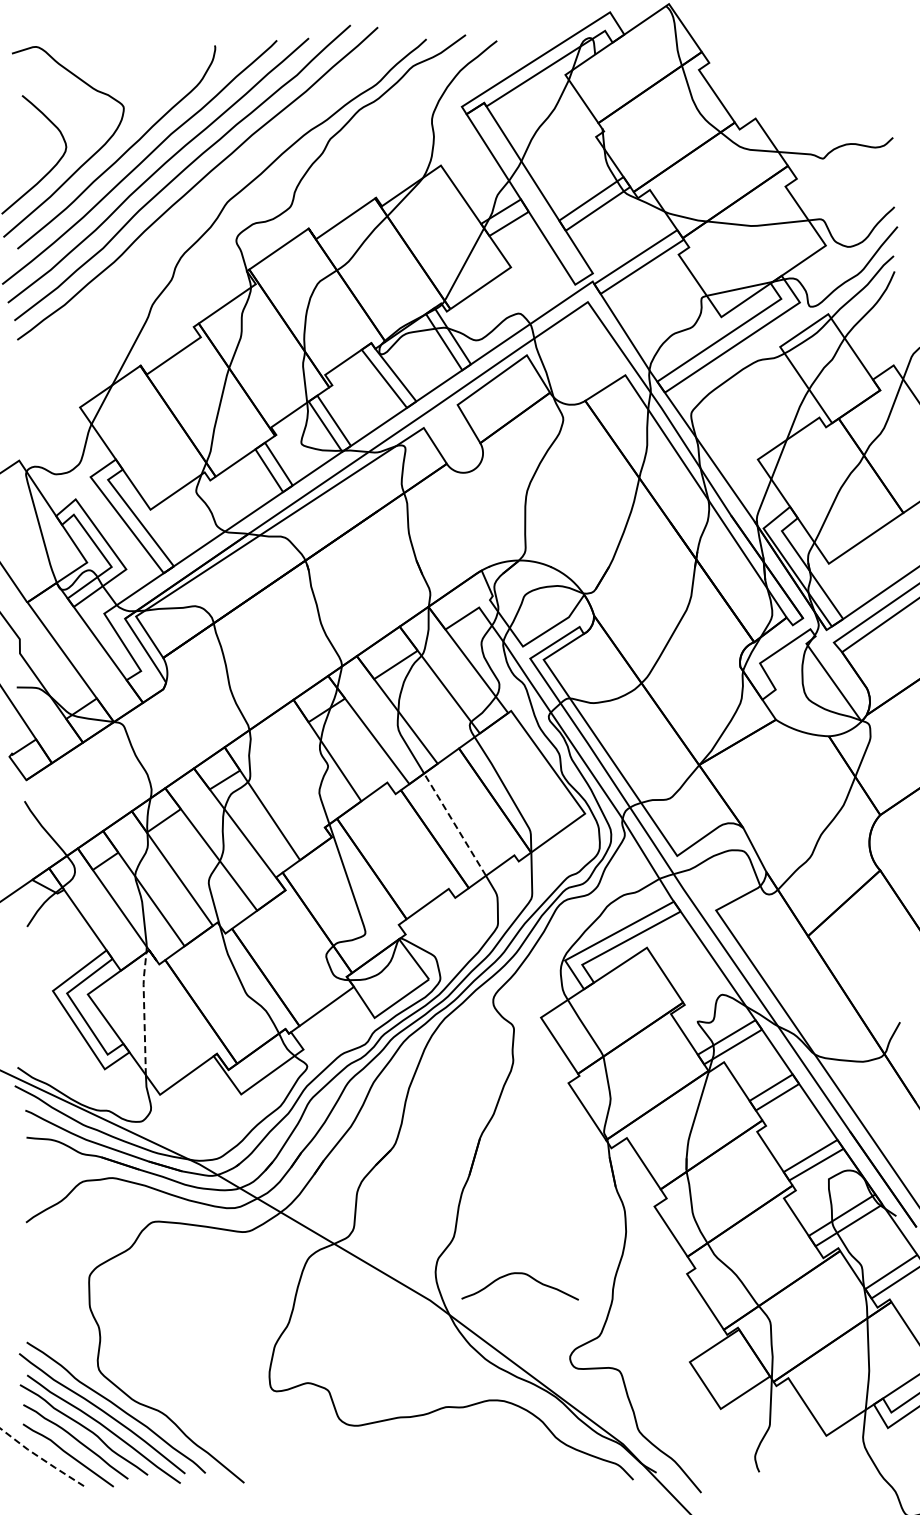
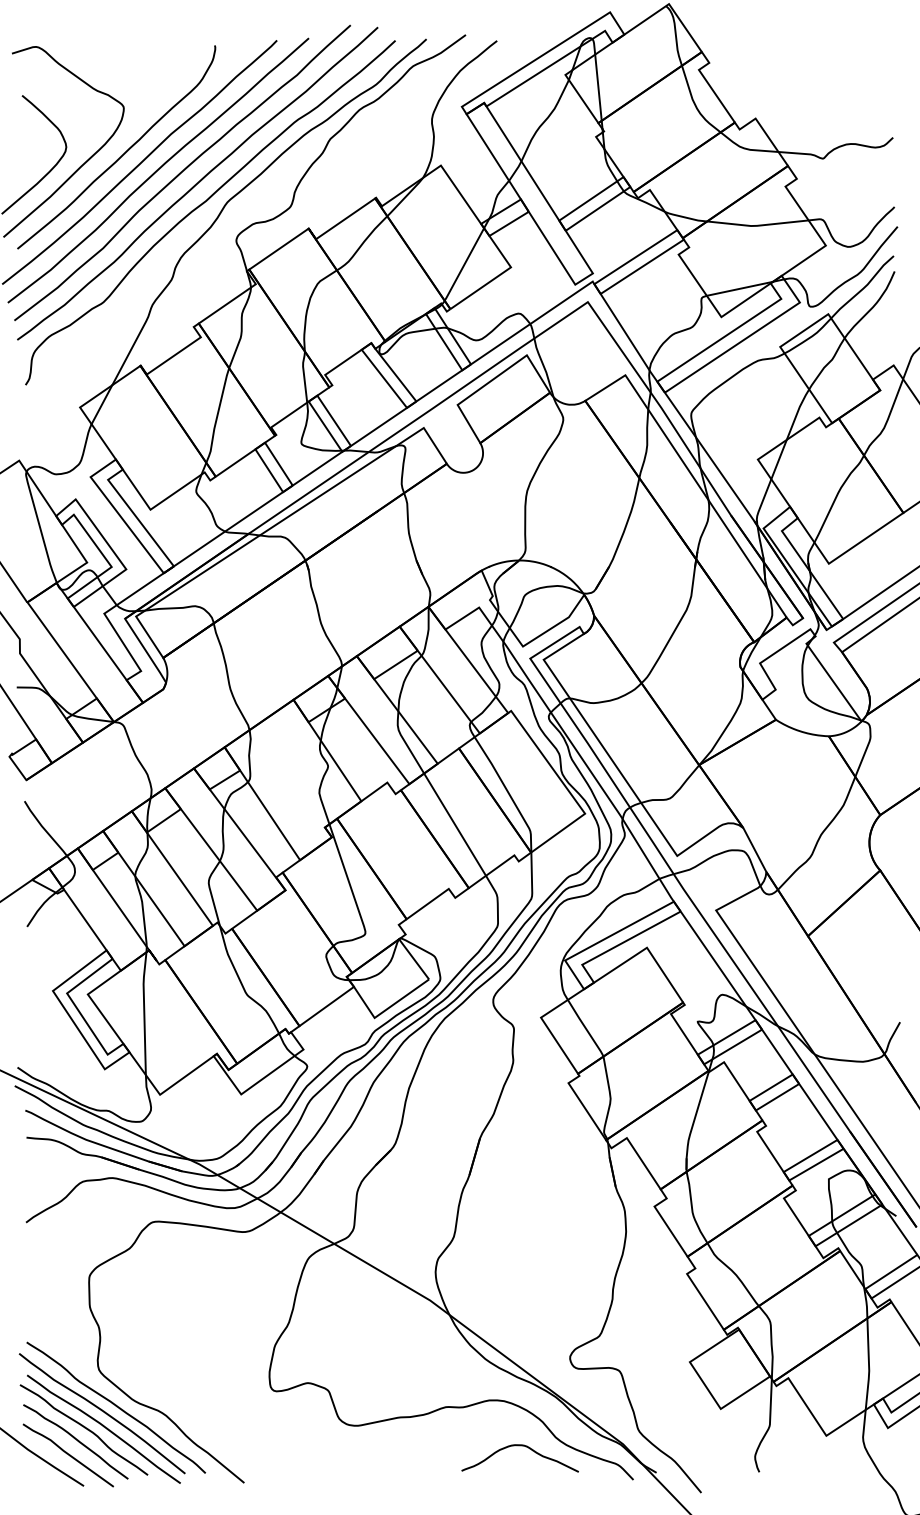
line at (598, 91): none -> present
curve at (203, 204): none -> present
line at (455, 824): dashed -> solid
line at (144, 1012): dashed -> solid
curve at (519, 1274) position: (519, 1274) -> (519, 1446)
line at (41, 1458): dashed -> solid
